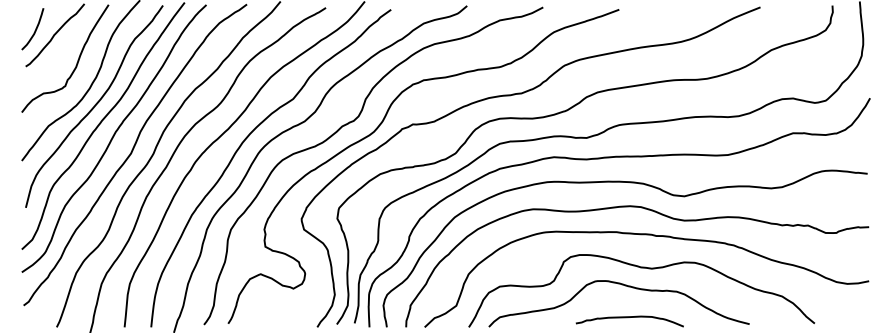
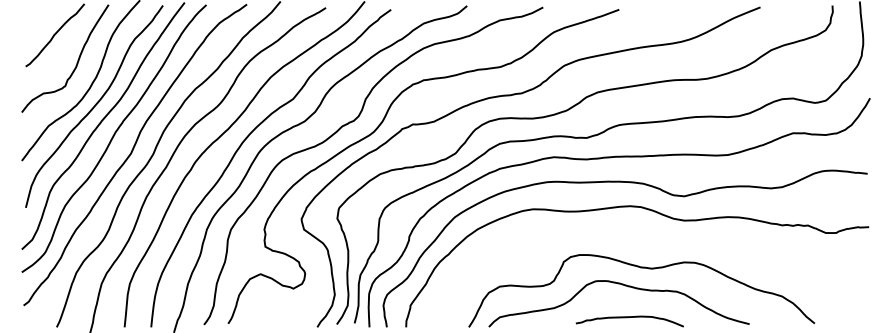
curve at (34, 30): present -> none
curve at (653, 236): present -> none
